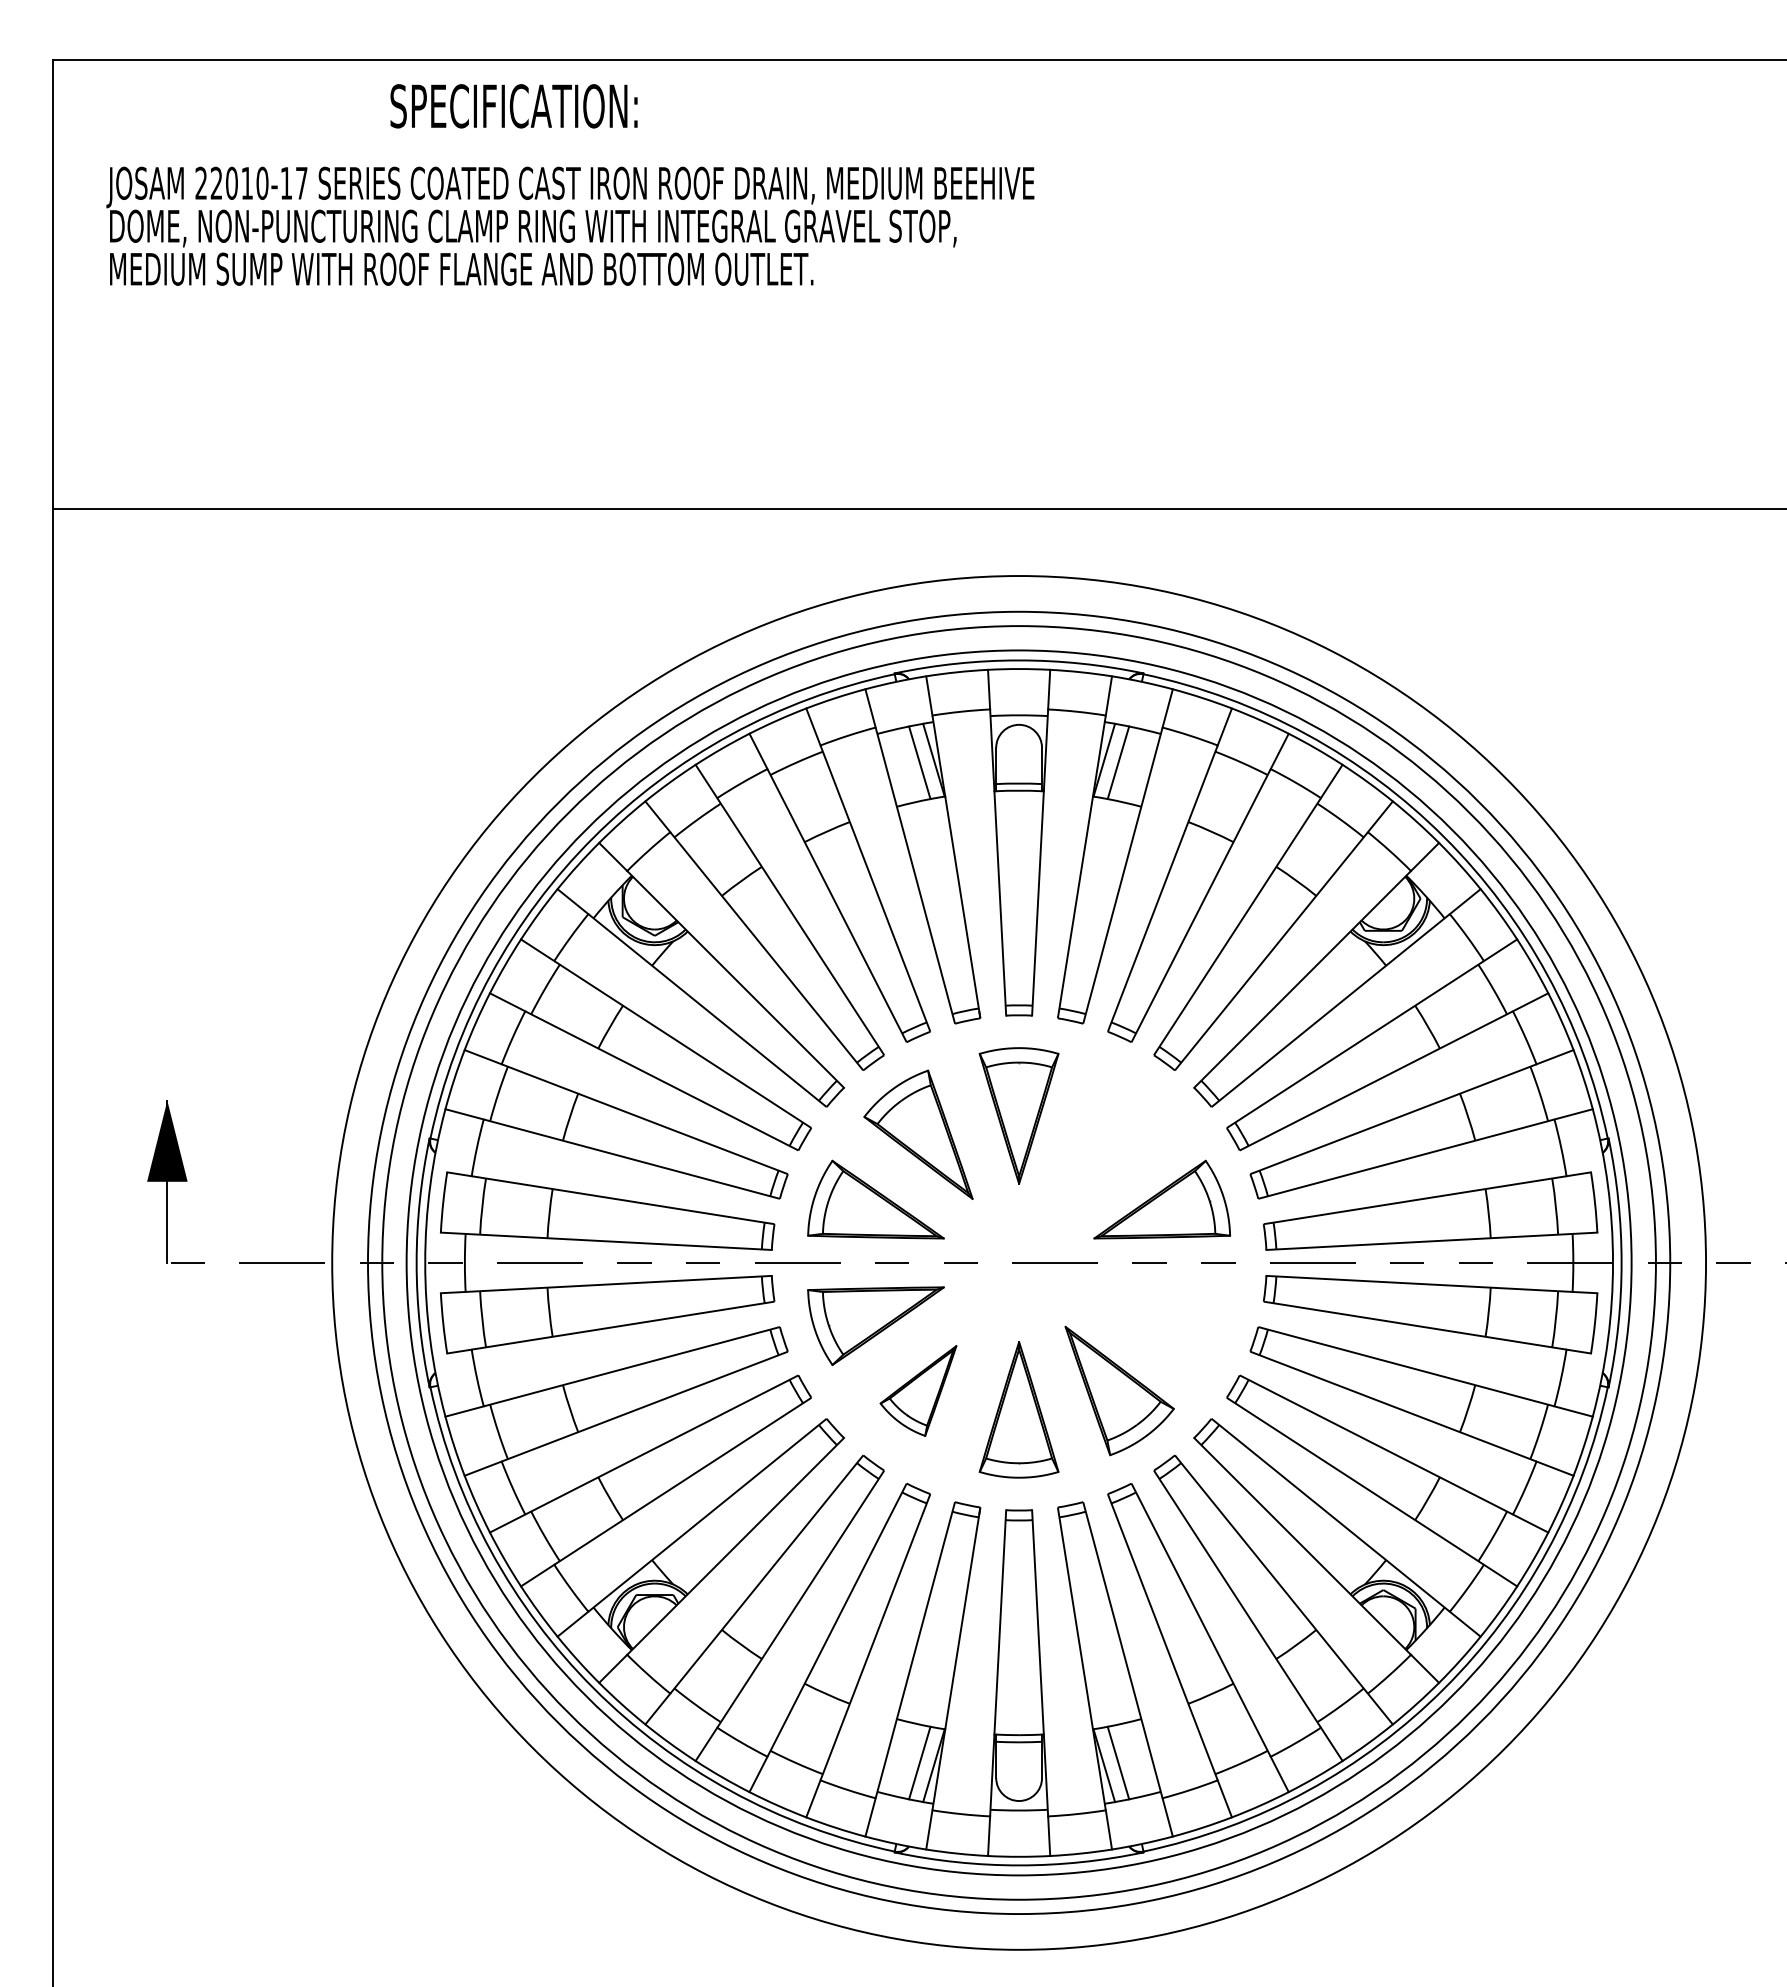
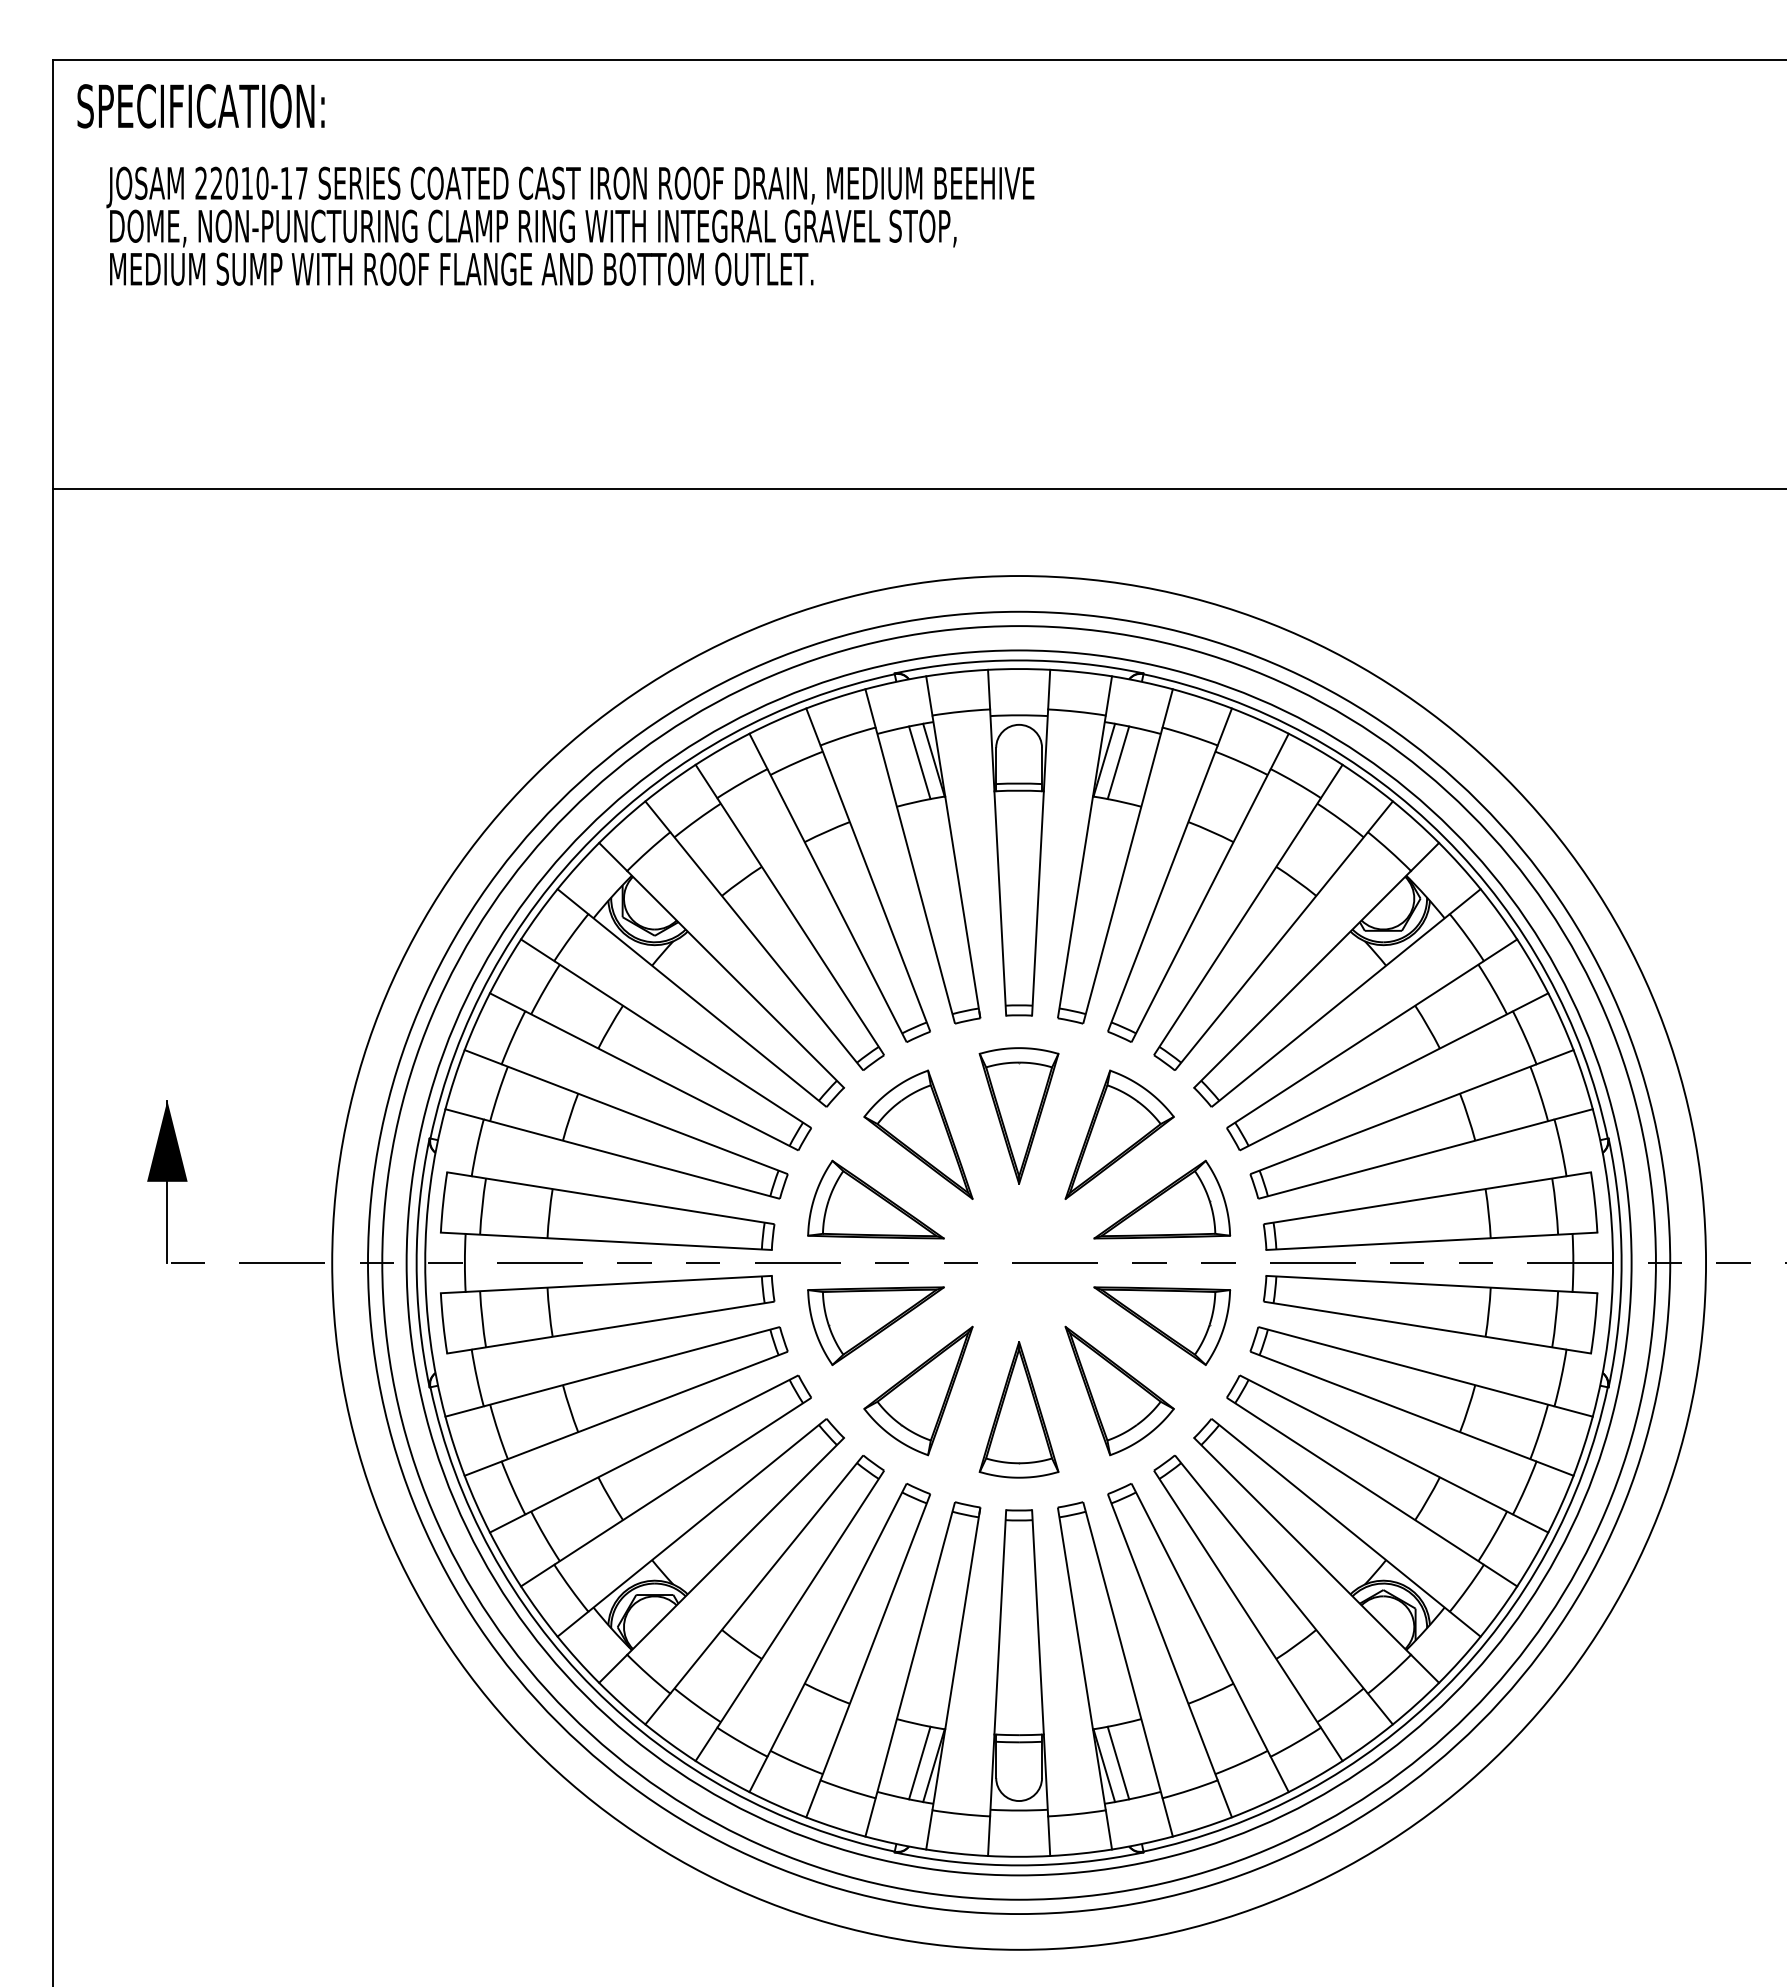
text at (513, 106) position: (513, 106) -> (200, 106)
line at (918, 508) position: (918, 508) -> (918, 488)
part at (1119, 1134): none -> present
part at (1162, 1325): none -> present
part at (918, 1390) size: 79x92 px -> 111x132 px
